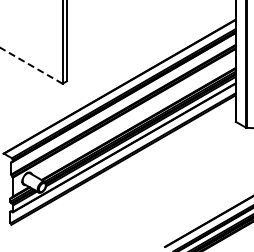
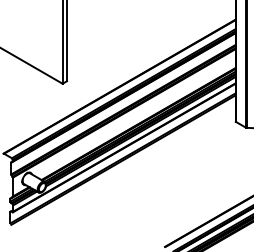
line at (31, 65): dashed -> solid
